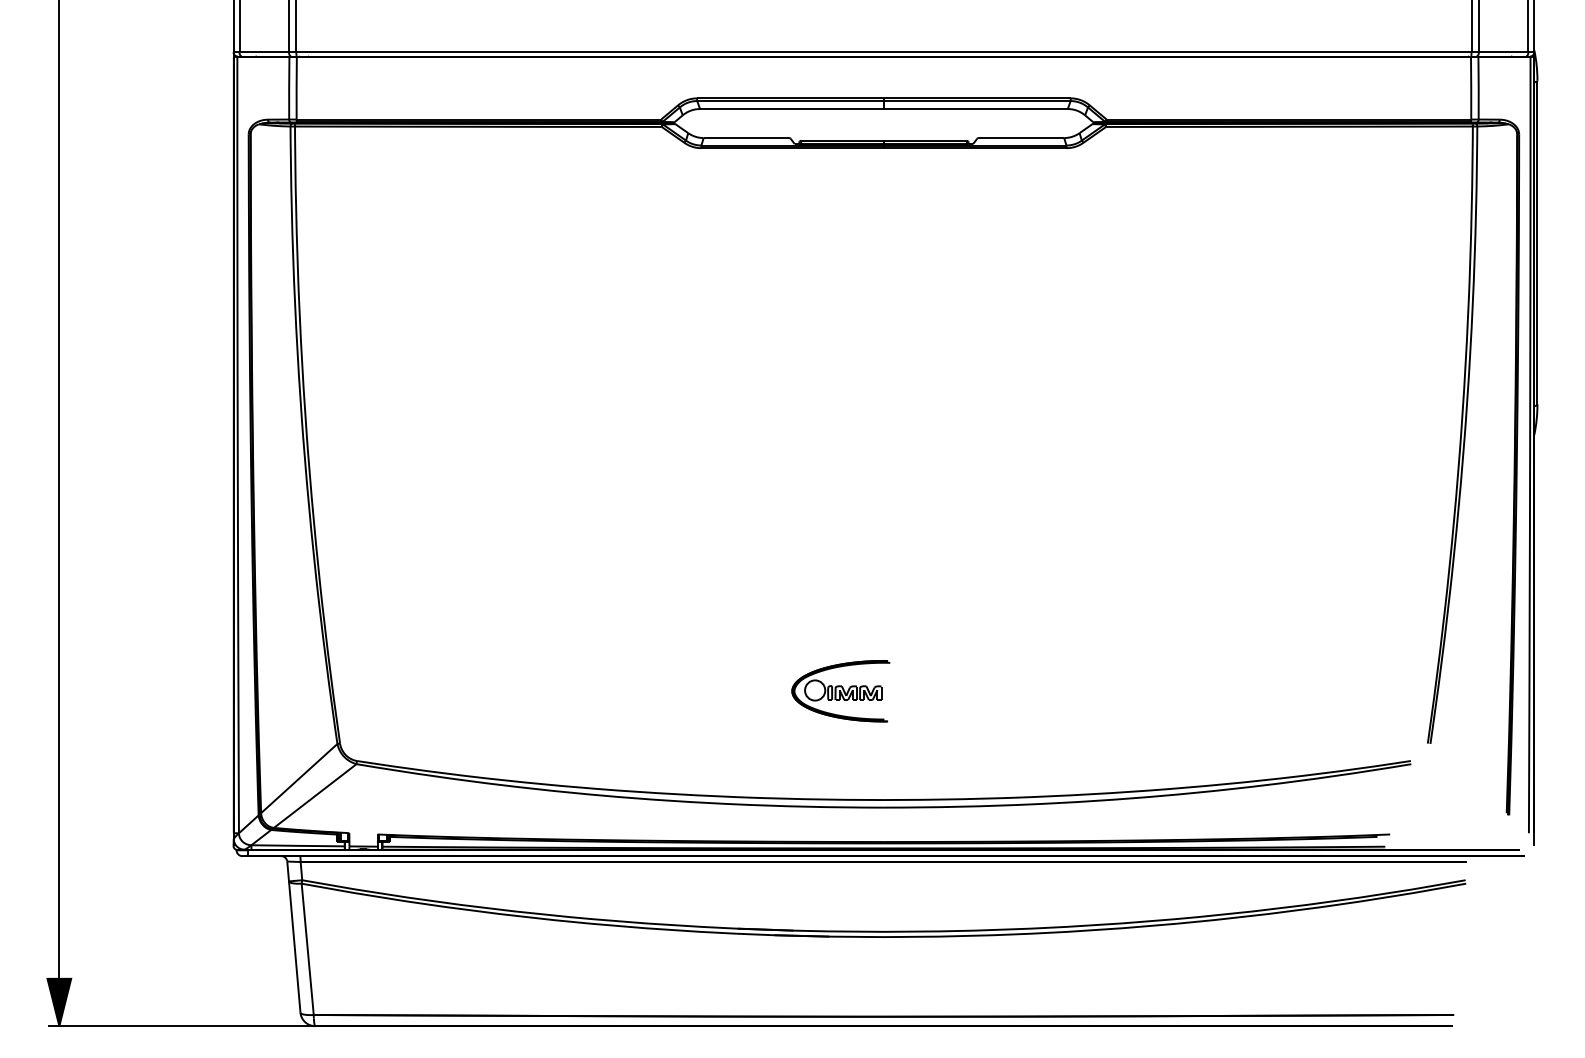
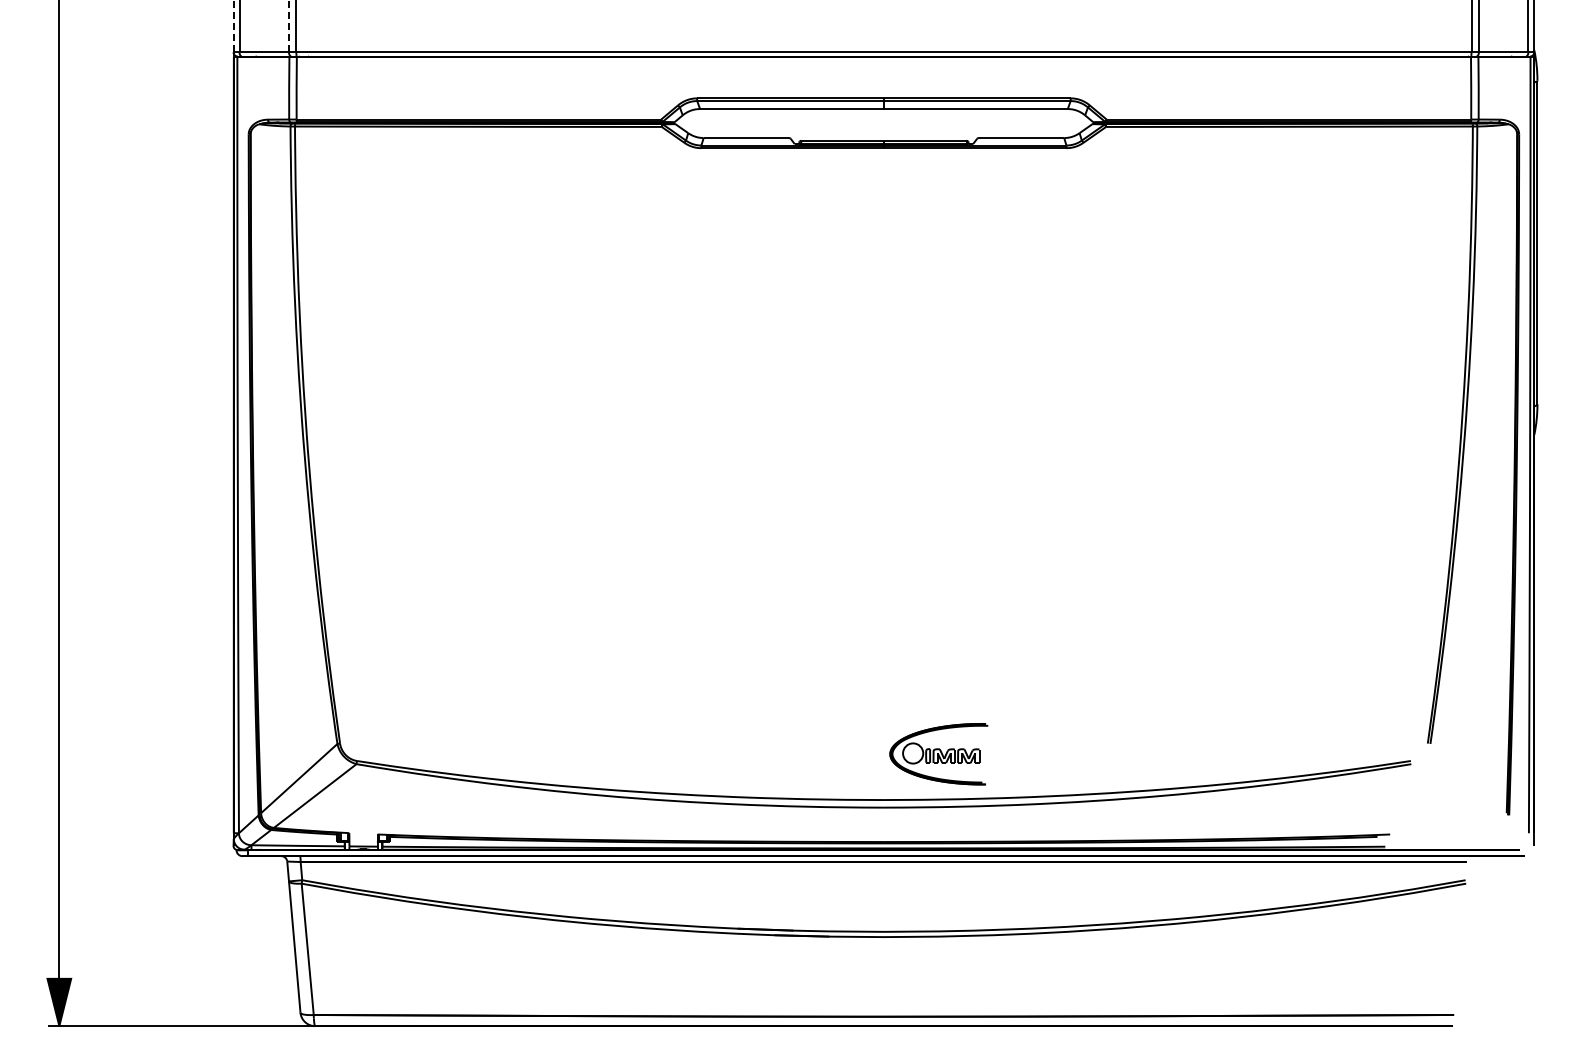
line at (233, 26): solid -> dashed
line at (288, 26): solid -> dashed
part at (840, 691) position: (840, 691) -> (938, 754)
